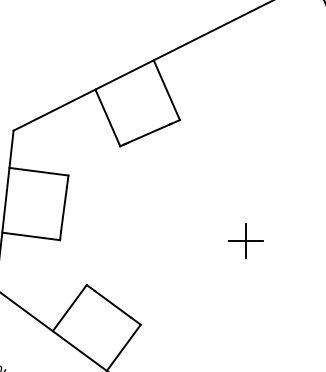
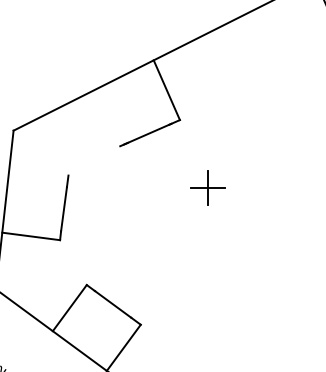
line at (107, 117): present -> none
line at (38, 171): present -> none
part at (245, 240) position: (245, 240) -> (207, 187)
